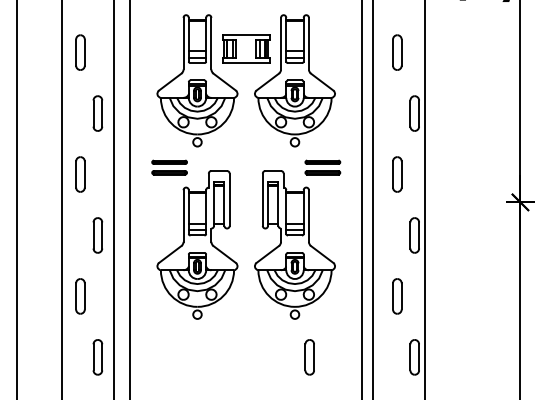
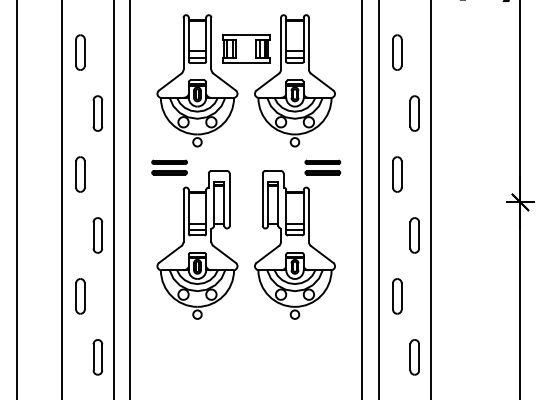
line at (372, 199) position: (372, 199) -> (378, 199)
line at (424, 199) position: (424, 199) -> (430, 199)
part at (309, 357): present -> none
